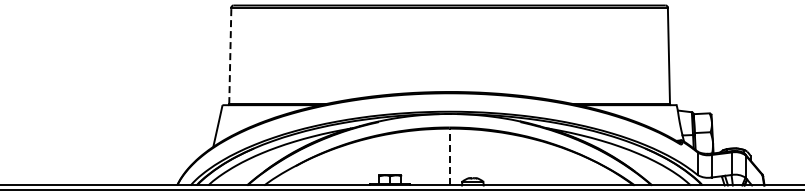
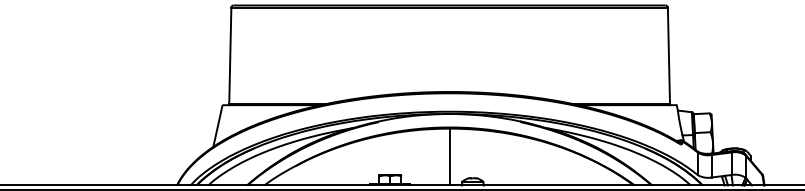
line at (230, 55): dashed -> solid
line at (449, 156): dashed -> solid
